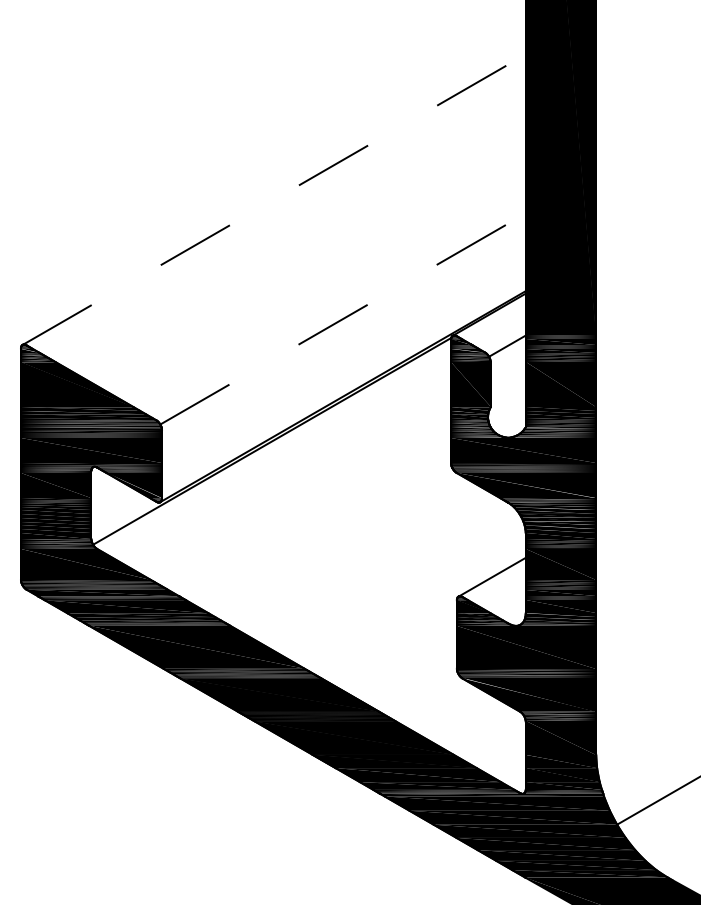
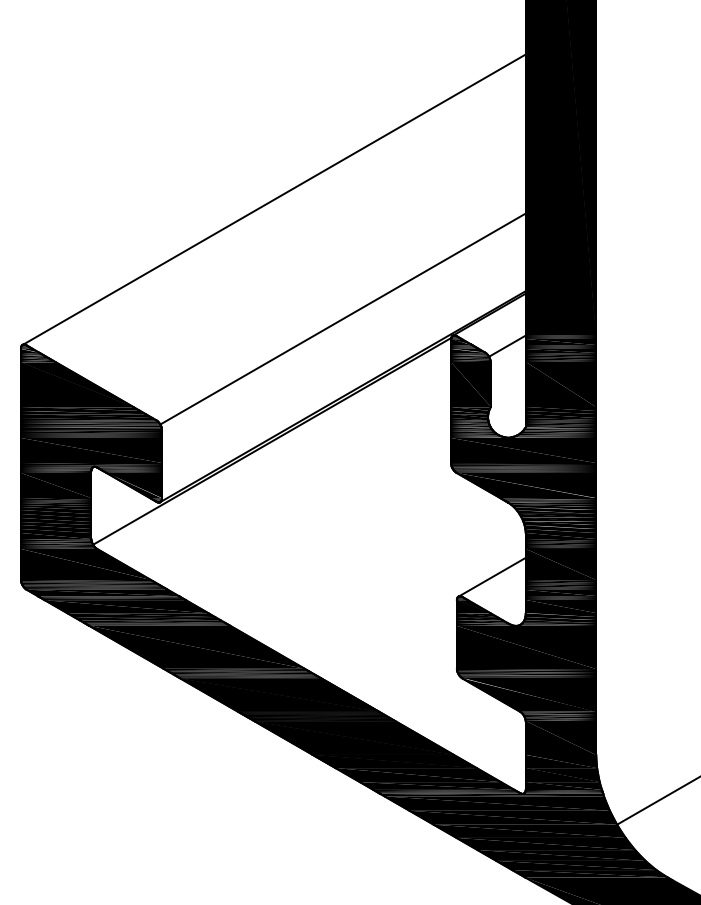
line at (274, 199): dashed -> solid
line at (343, 319): dashed -> solid
